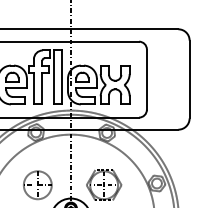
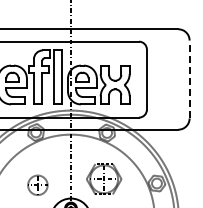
line at (189, 79): solid -> dashed
part at (104, 184) position: (104, 184) -> (104, 178)
part at (37, 185) size: 30x31 px -> 22x22 px
